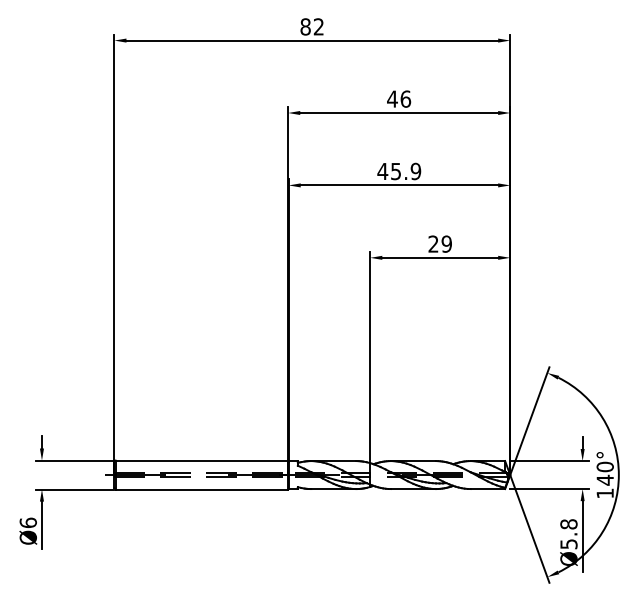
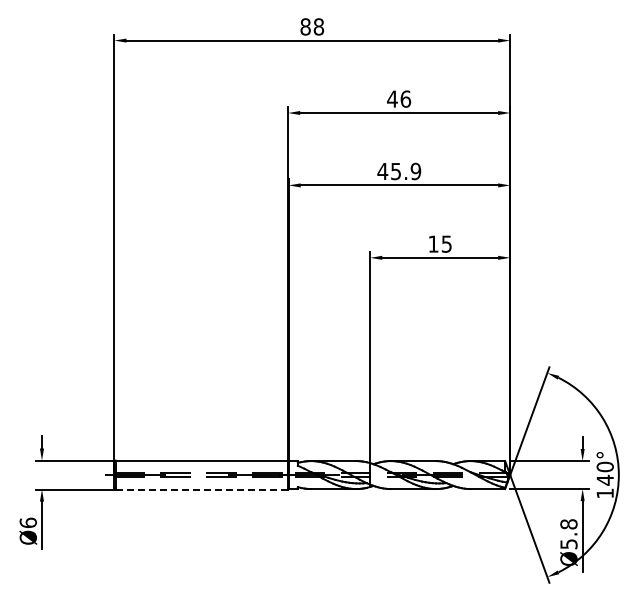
text at (318, 26): 82 -> 88
text at (439, 243): 29 -> 15
line at (201, 489): solid -> dashed
